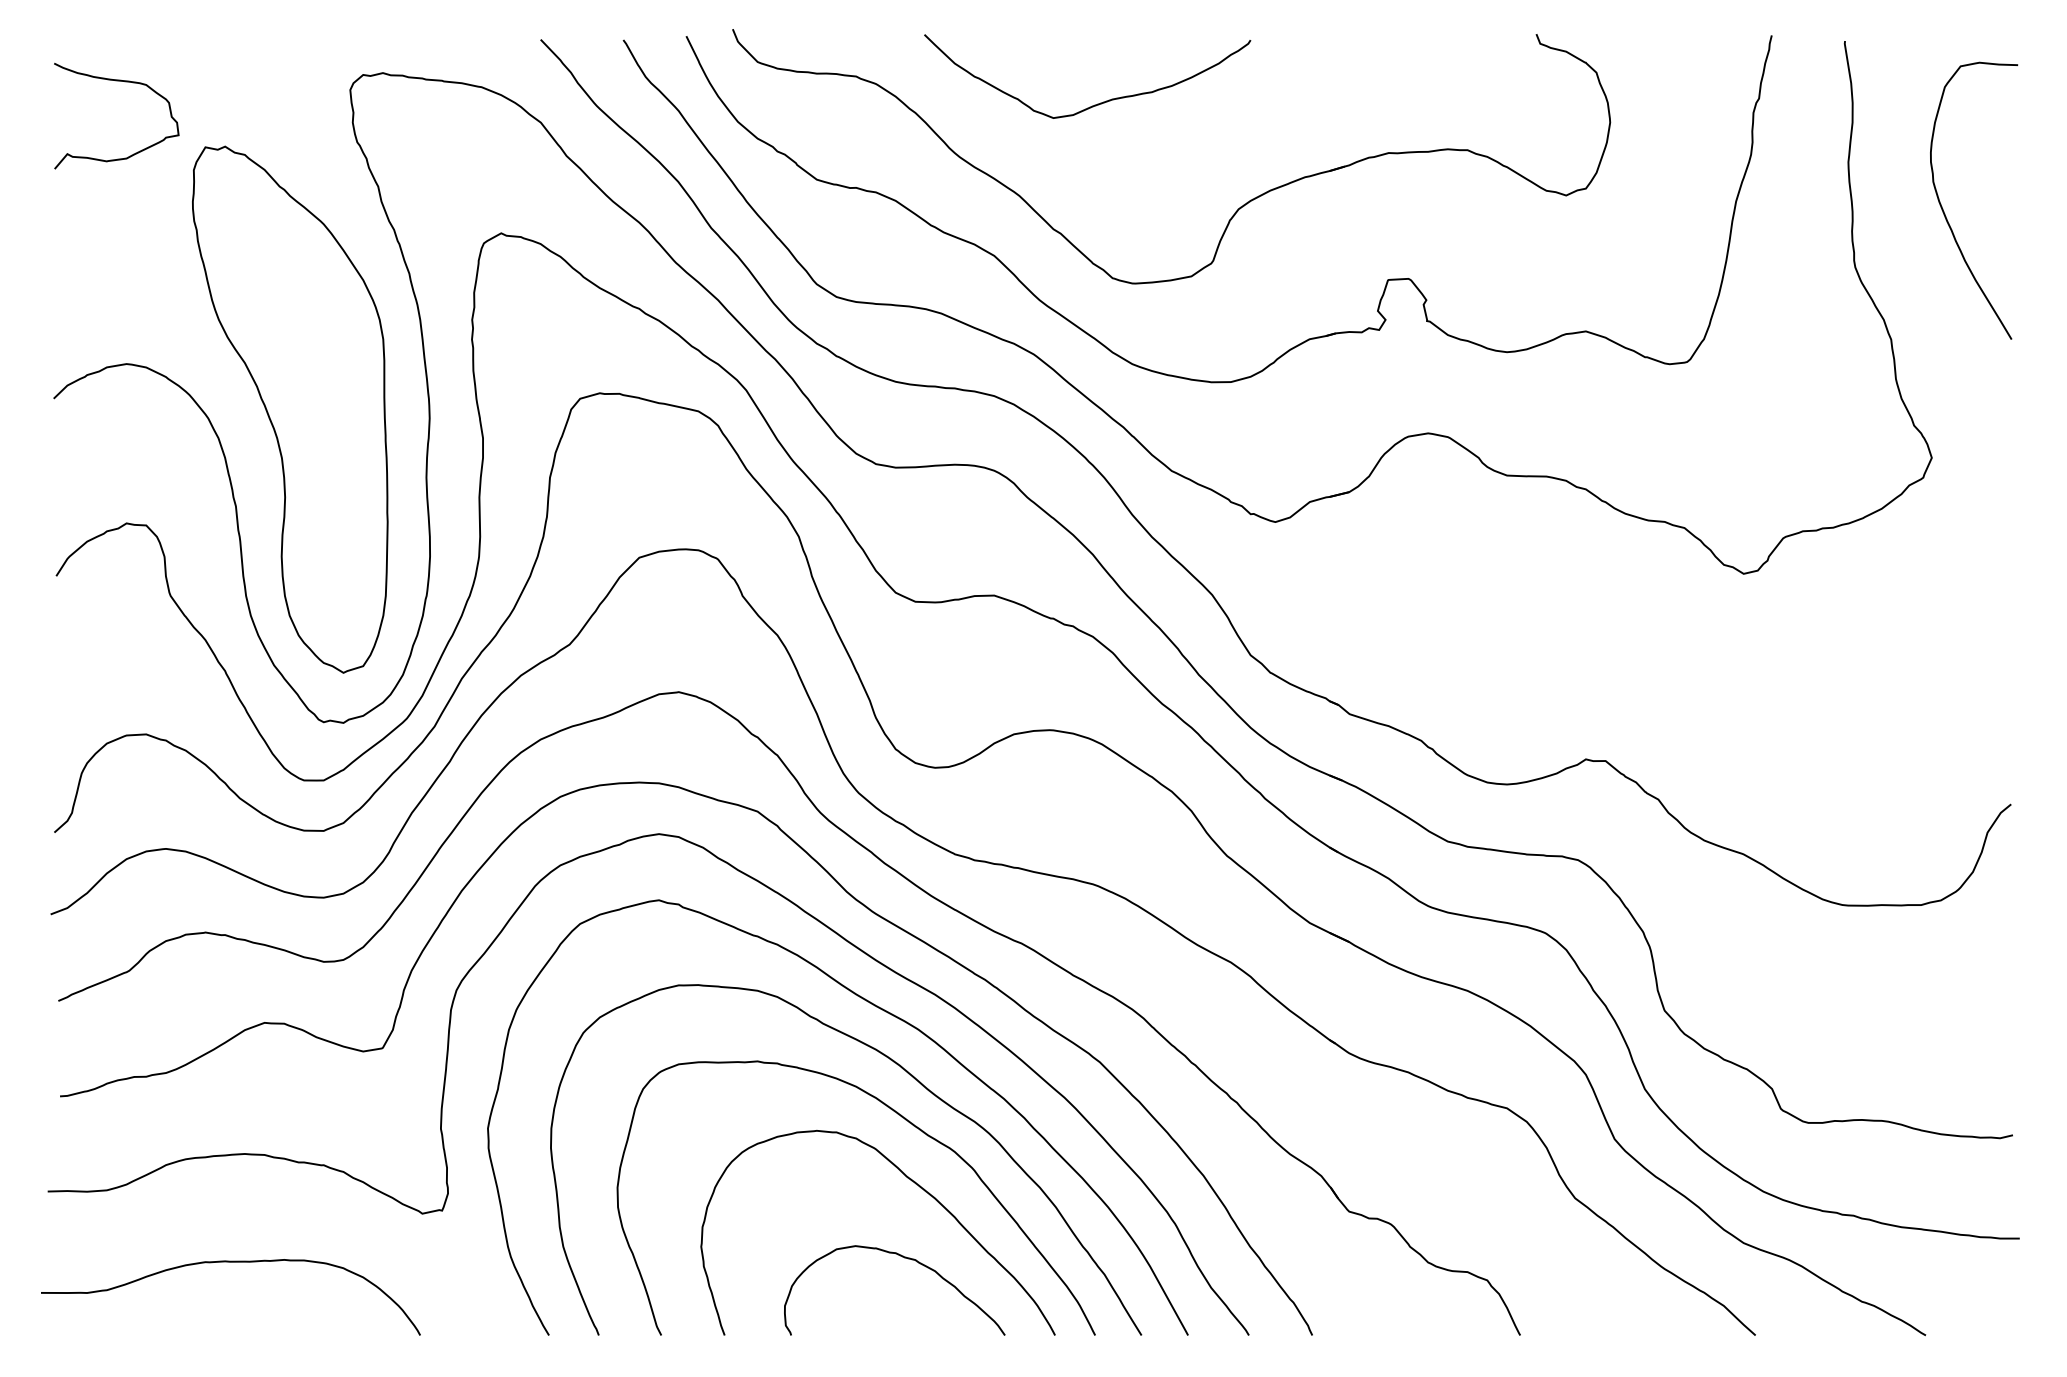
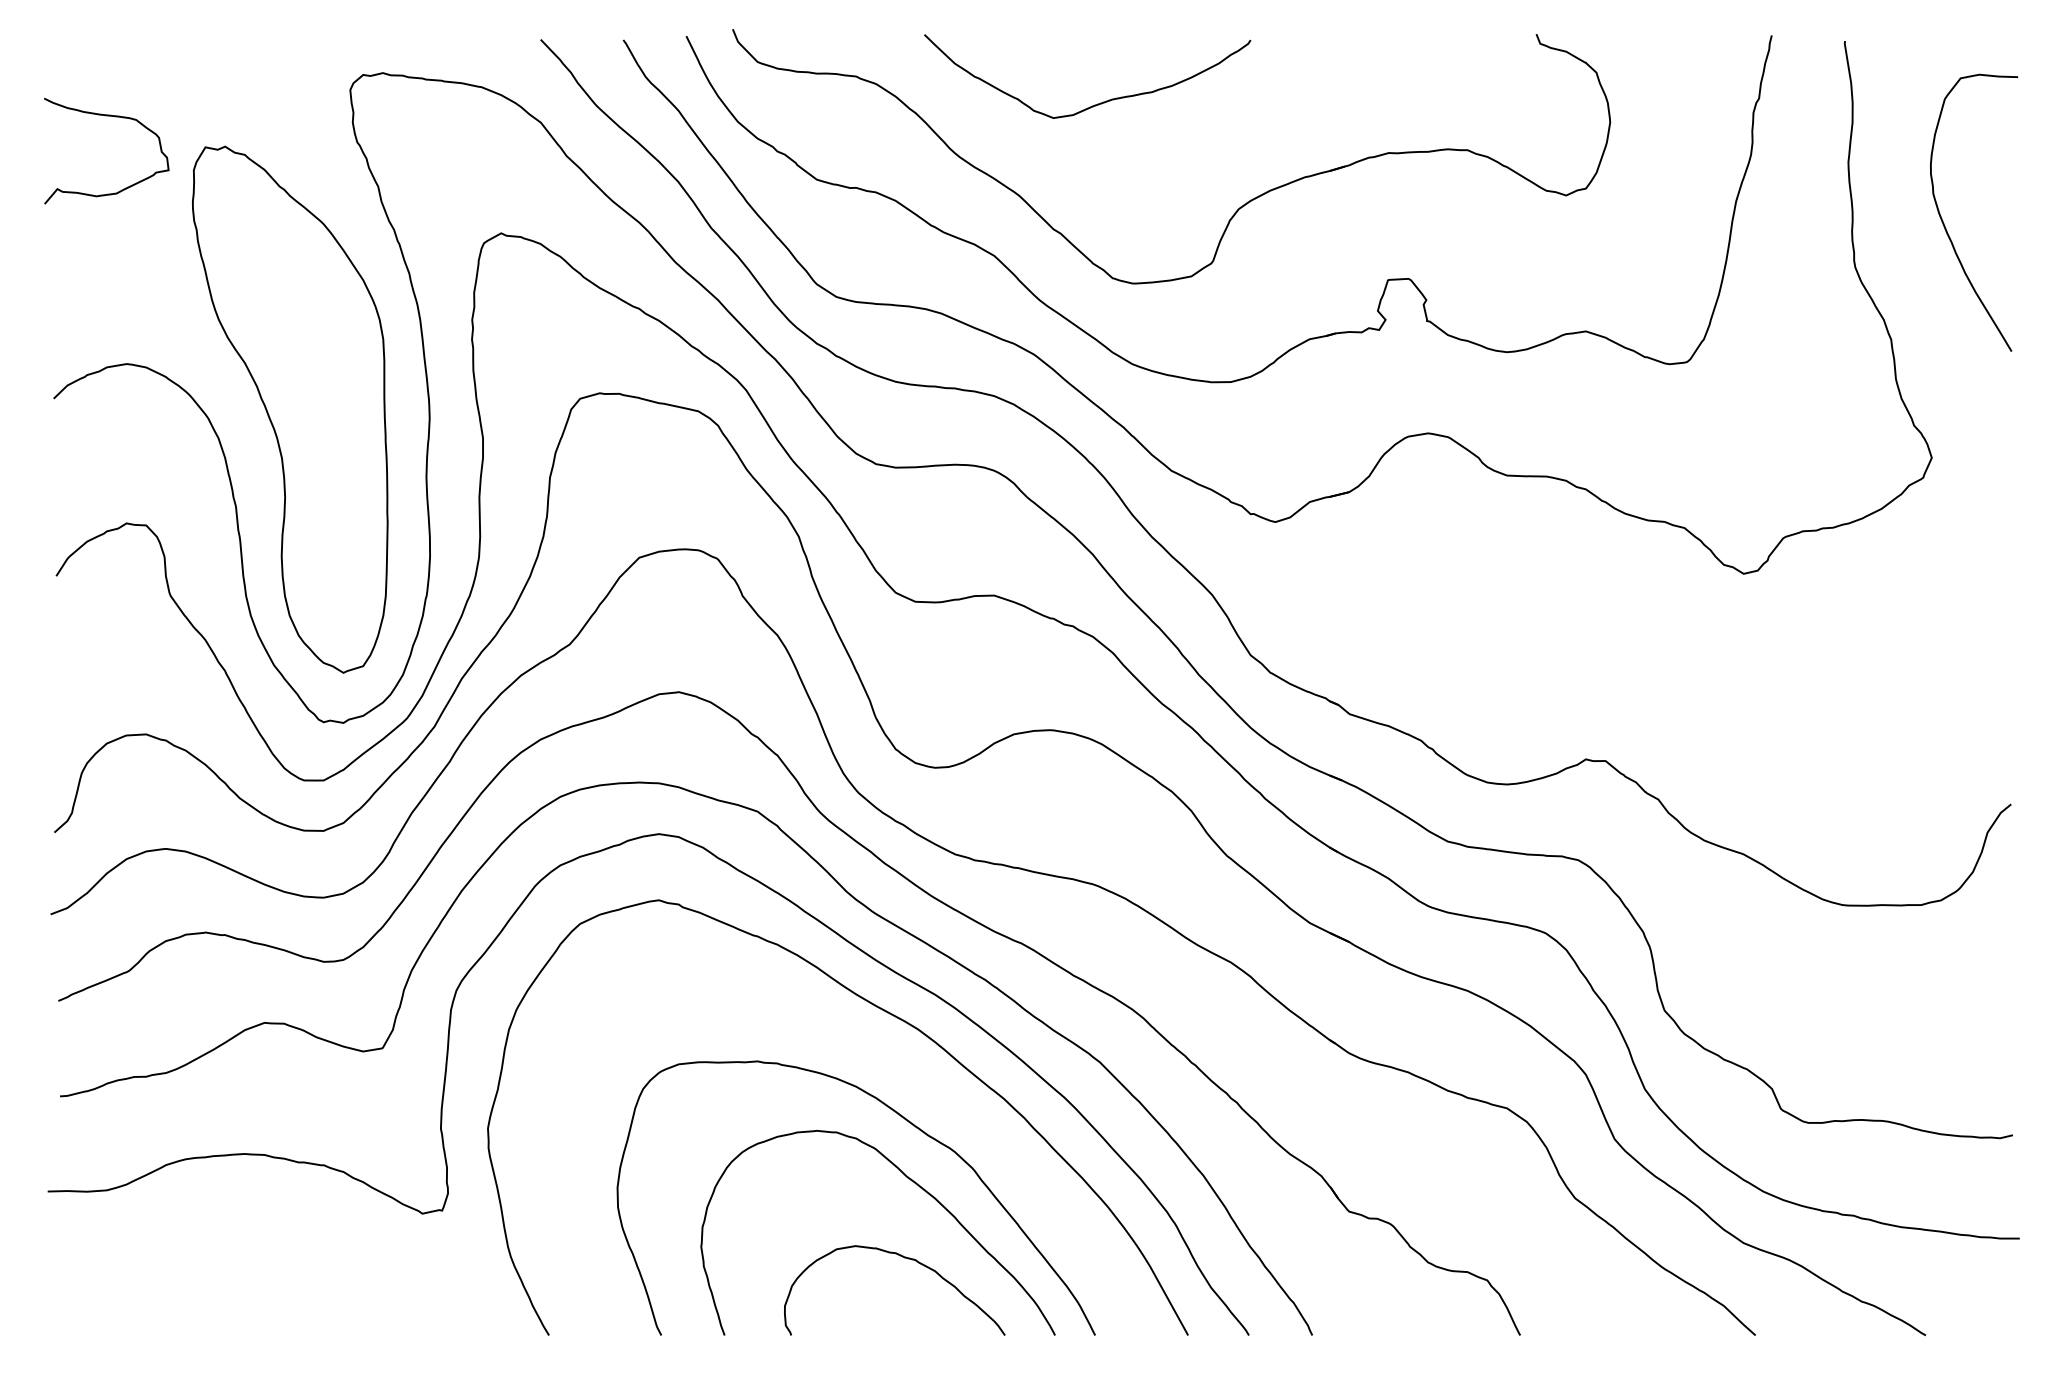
curve at (116, 81) position: (116, 81) -> (106, 116)
curve at (1945, 213) position: (1945, 213) -> (1945, 225)
curve at (914, 1079): present -> none
curve at (230, 1262): present -> none
